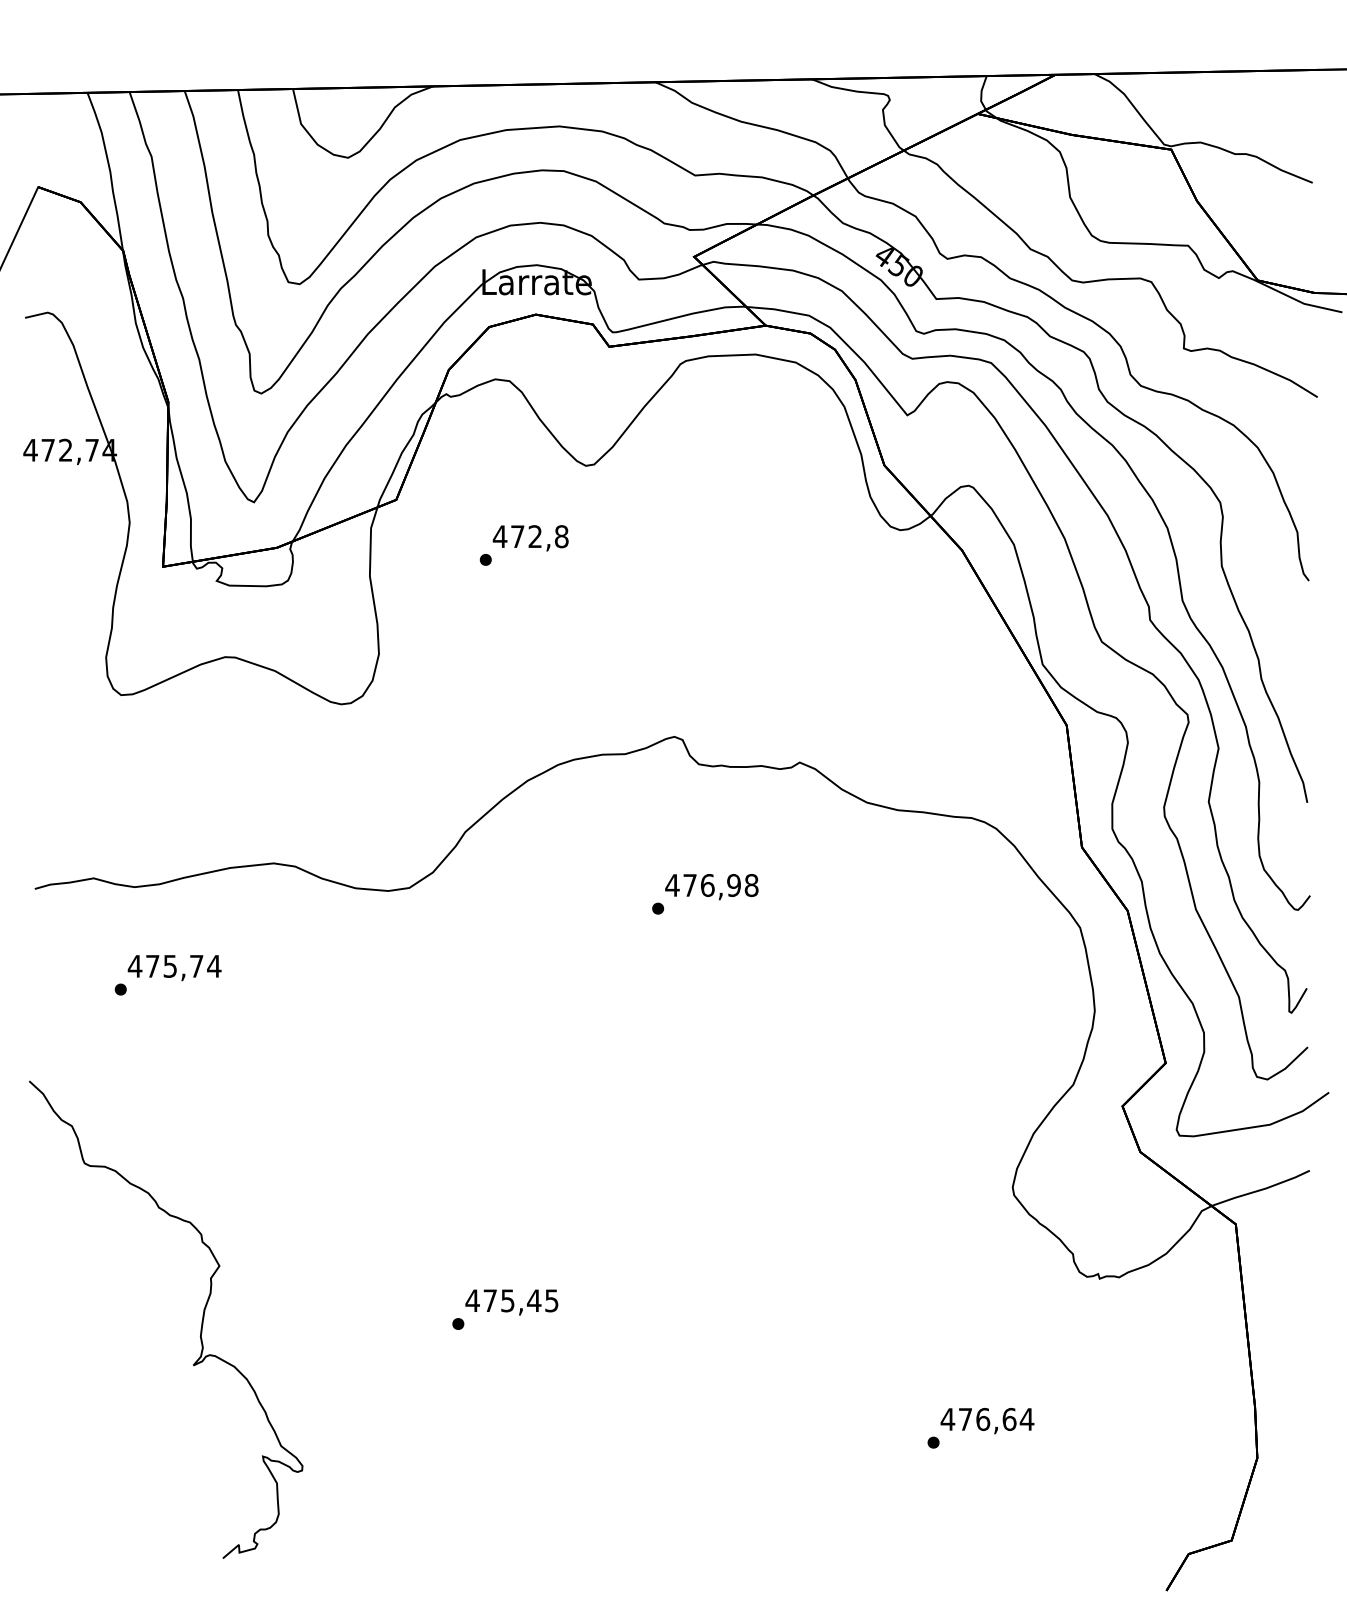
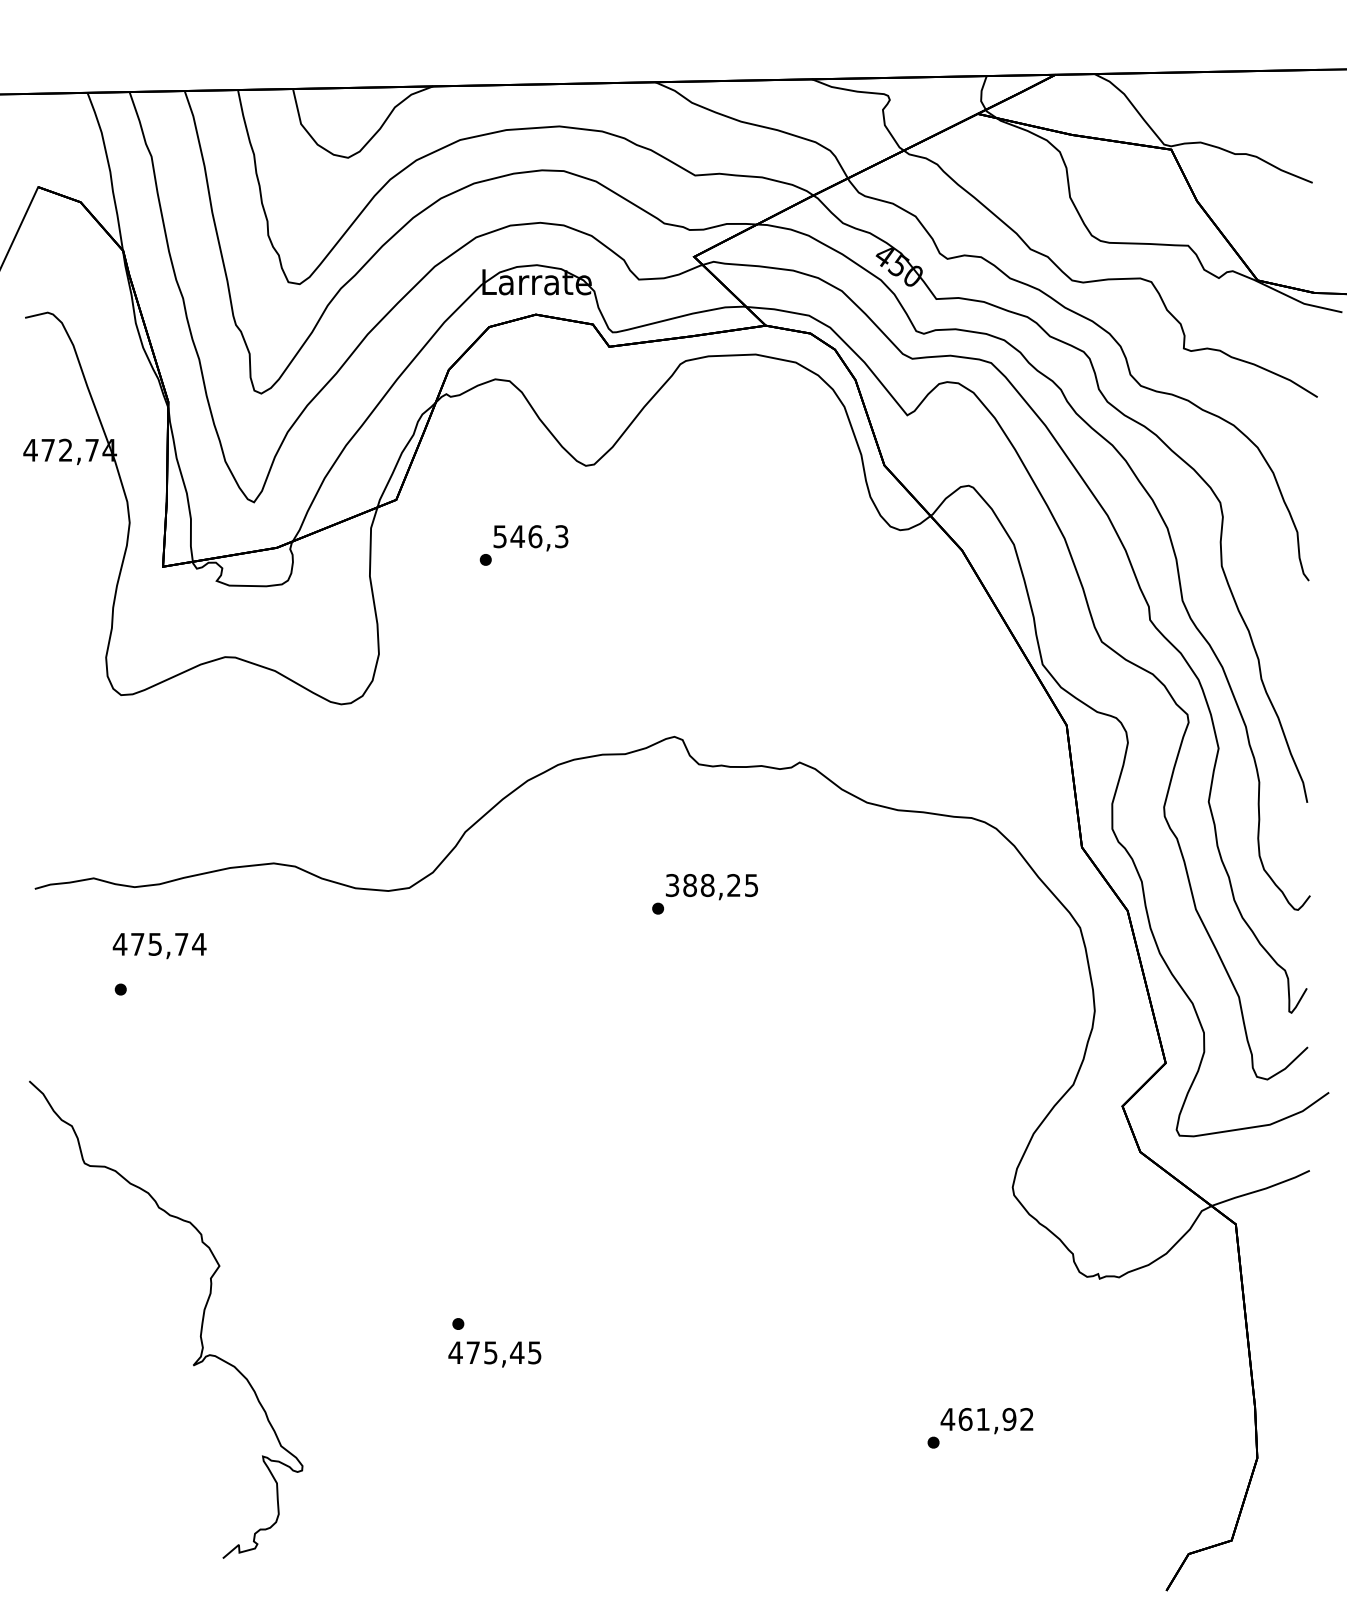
text at (530, 536): 472,8 -> 546,3
text at (711, 885): 476,98 -> 388,25
text at (174, 968) position: (174, 968) -> (159, 946)
text at (511, 1302) position: (511, 1302) -> (494, 1354)
text at (996, 1418): 476,64 -> 461,92
